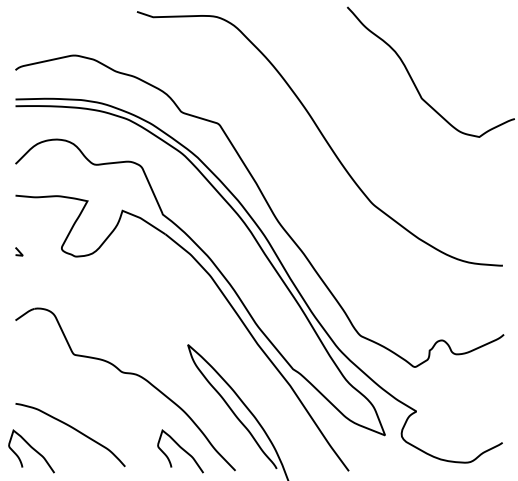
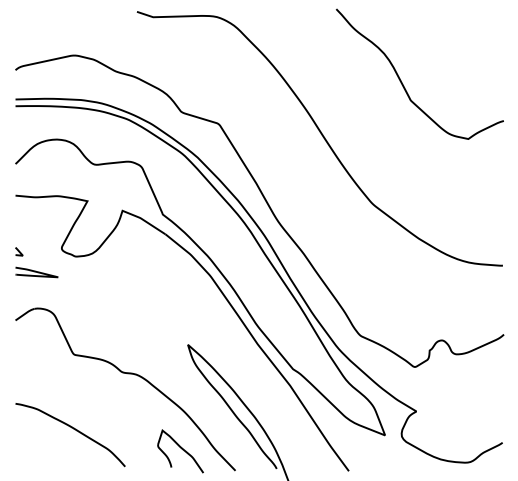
curve at (413, 80) position: (413, 80) -> (402, 82)
part at (36, 272): none -> present
part at (31, 451): present -> none
